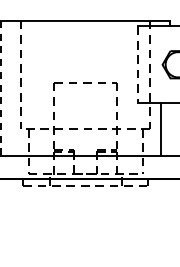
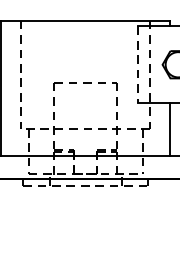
line at (1, 88): dashed -> solid
line at (160, 129) position: (160, 129) -> (169, 129)
